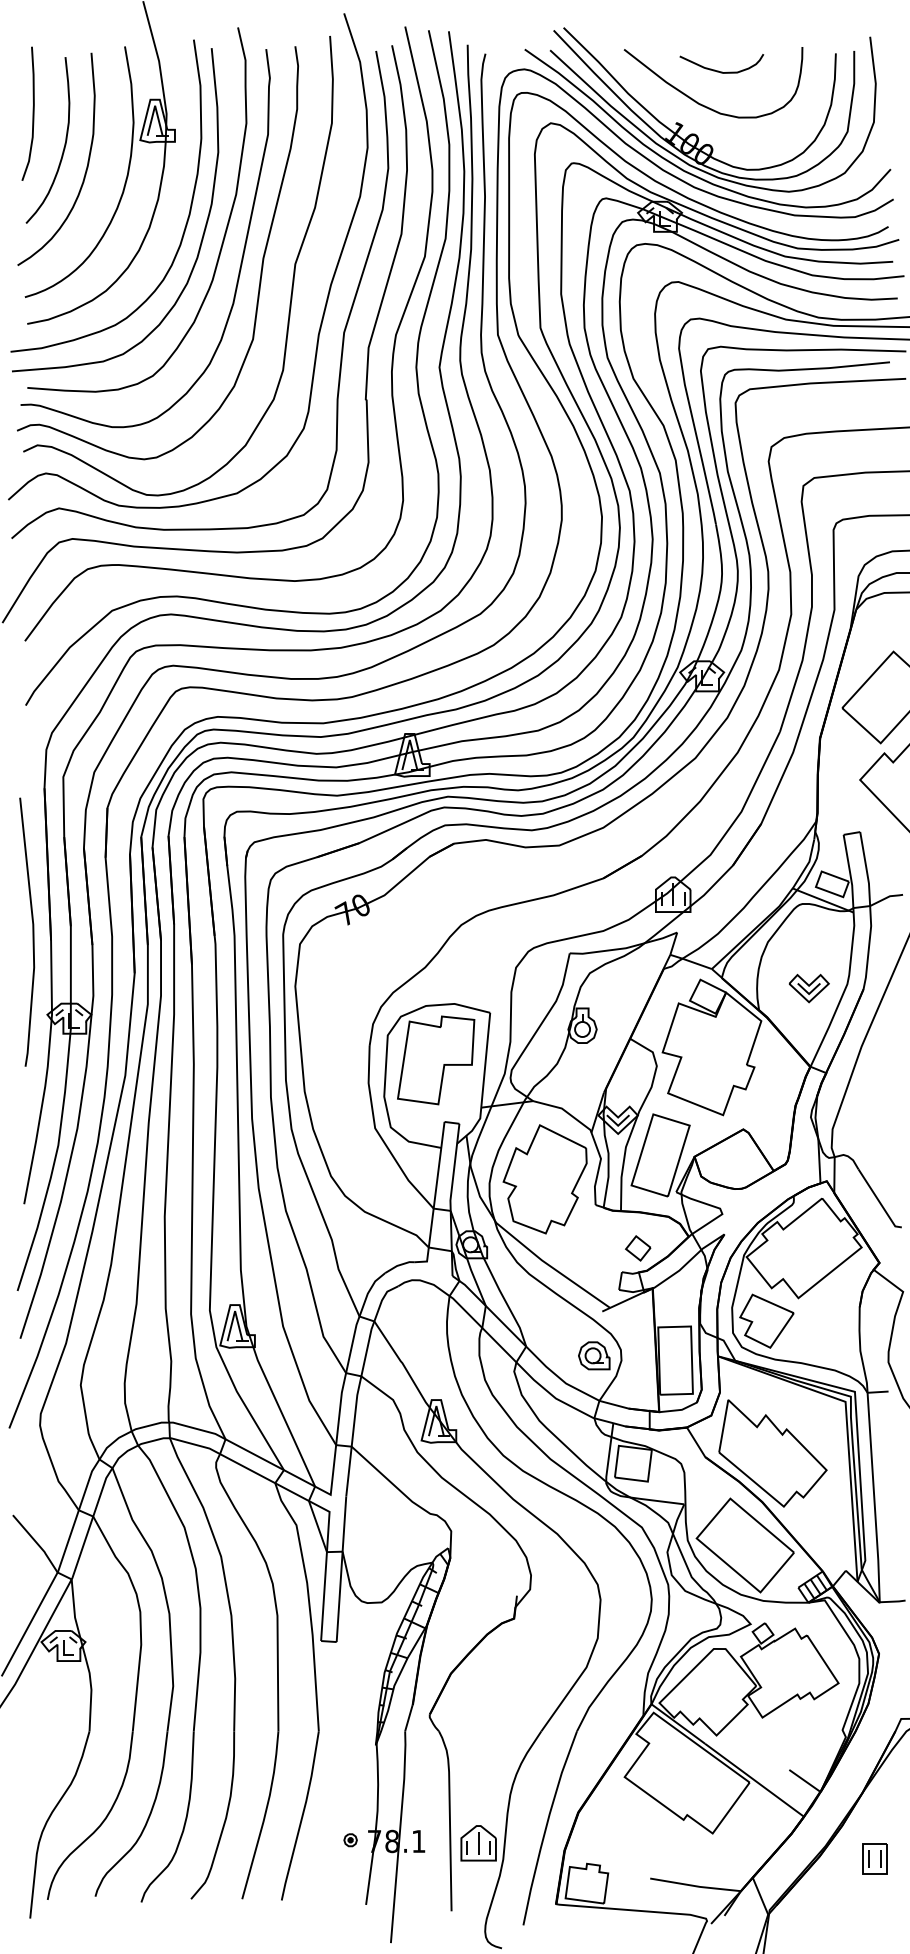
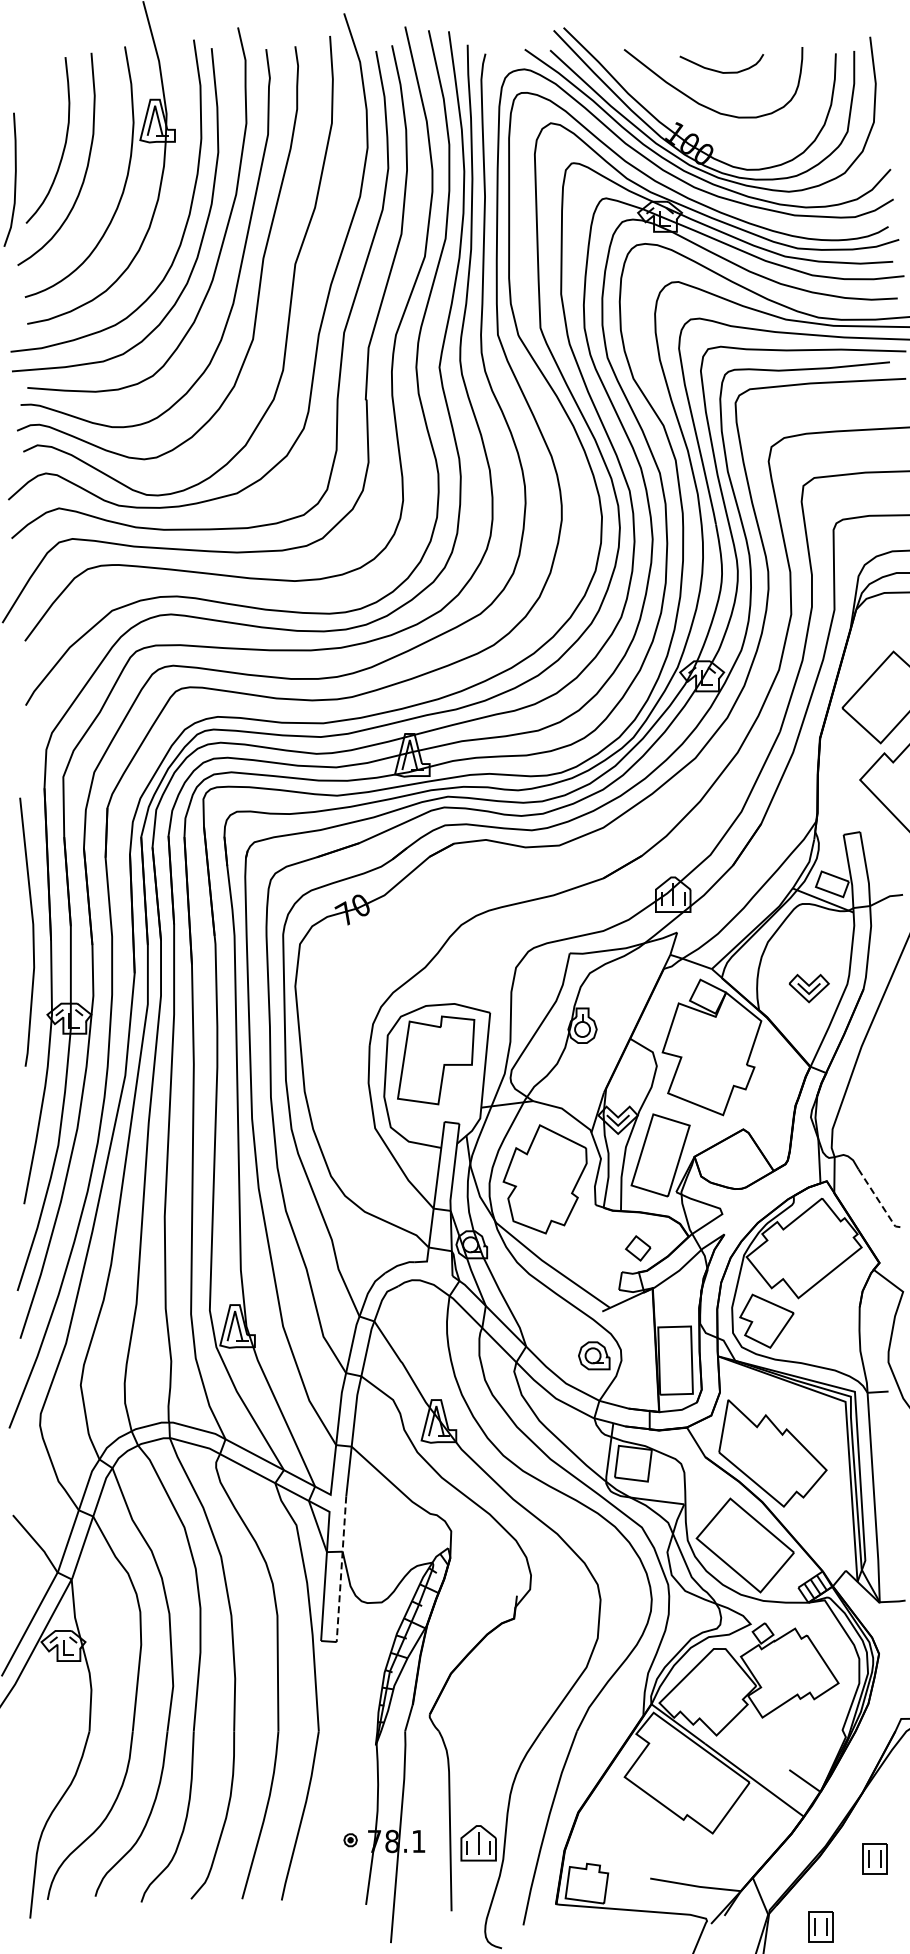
curve at (32, 113) position: (32, 113) -> (14, 179)
line at (879, 1201): solid -> dashed
line at (341, 1569): solid -> dashed
part at (820, 1926): none -> present
